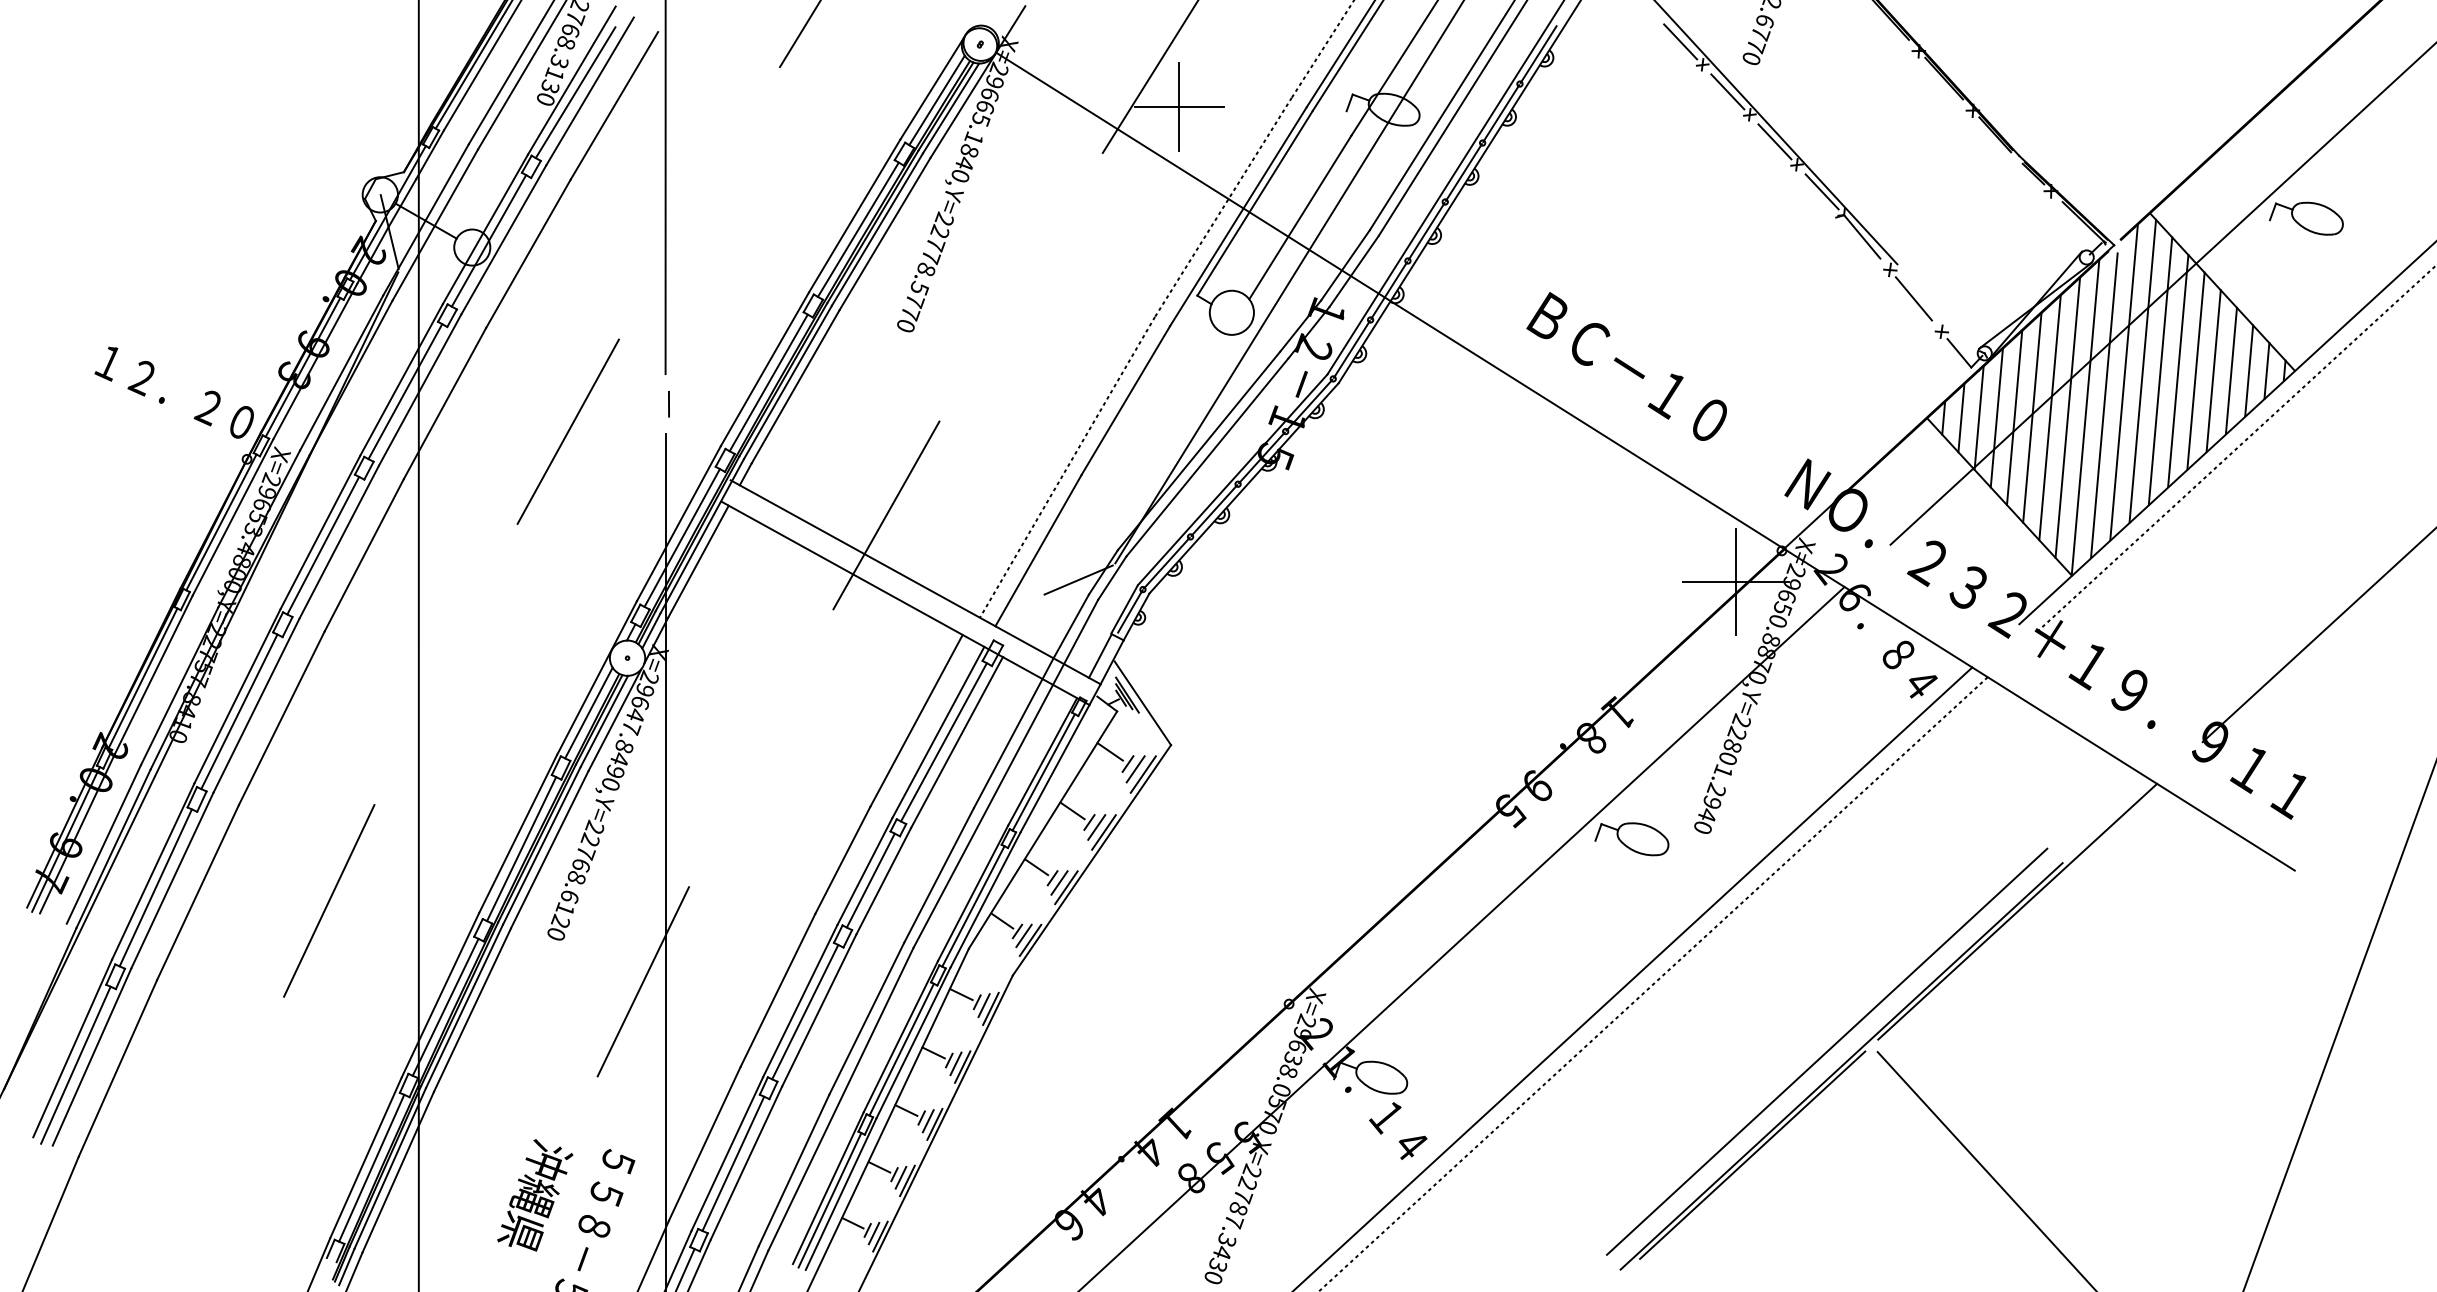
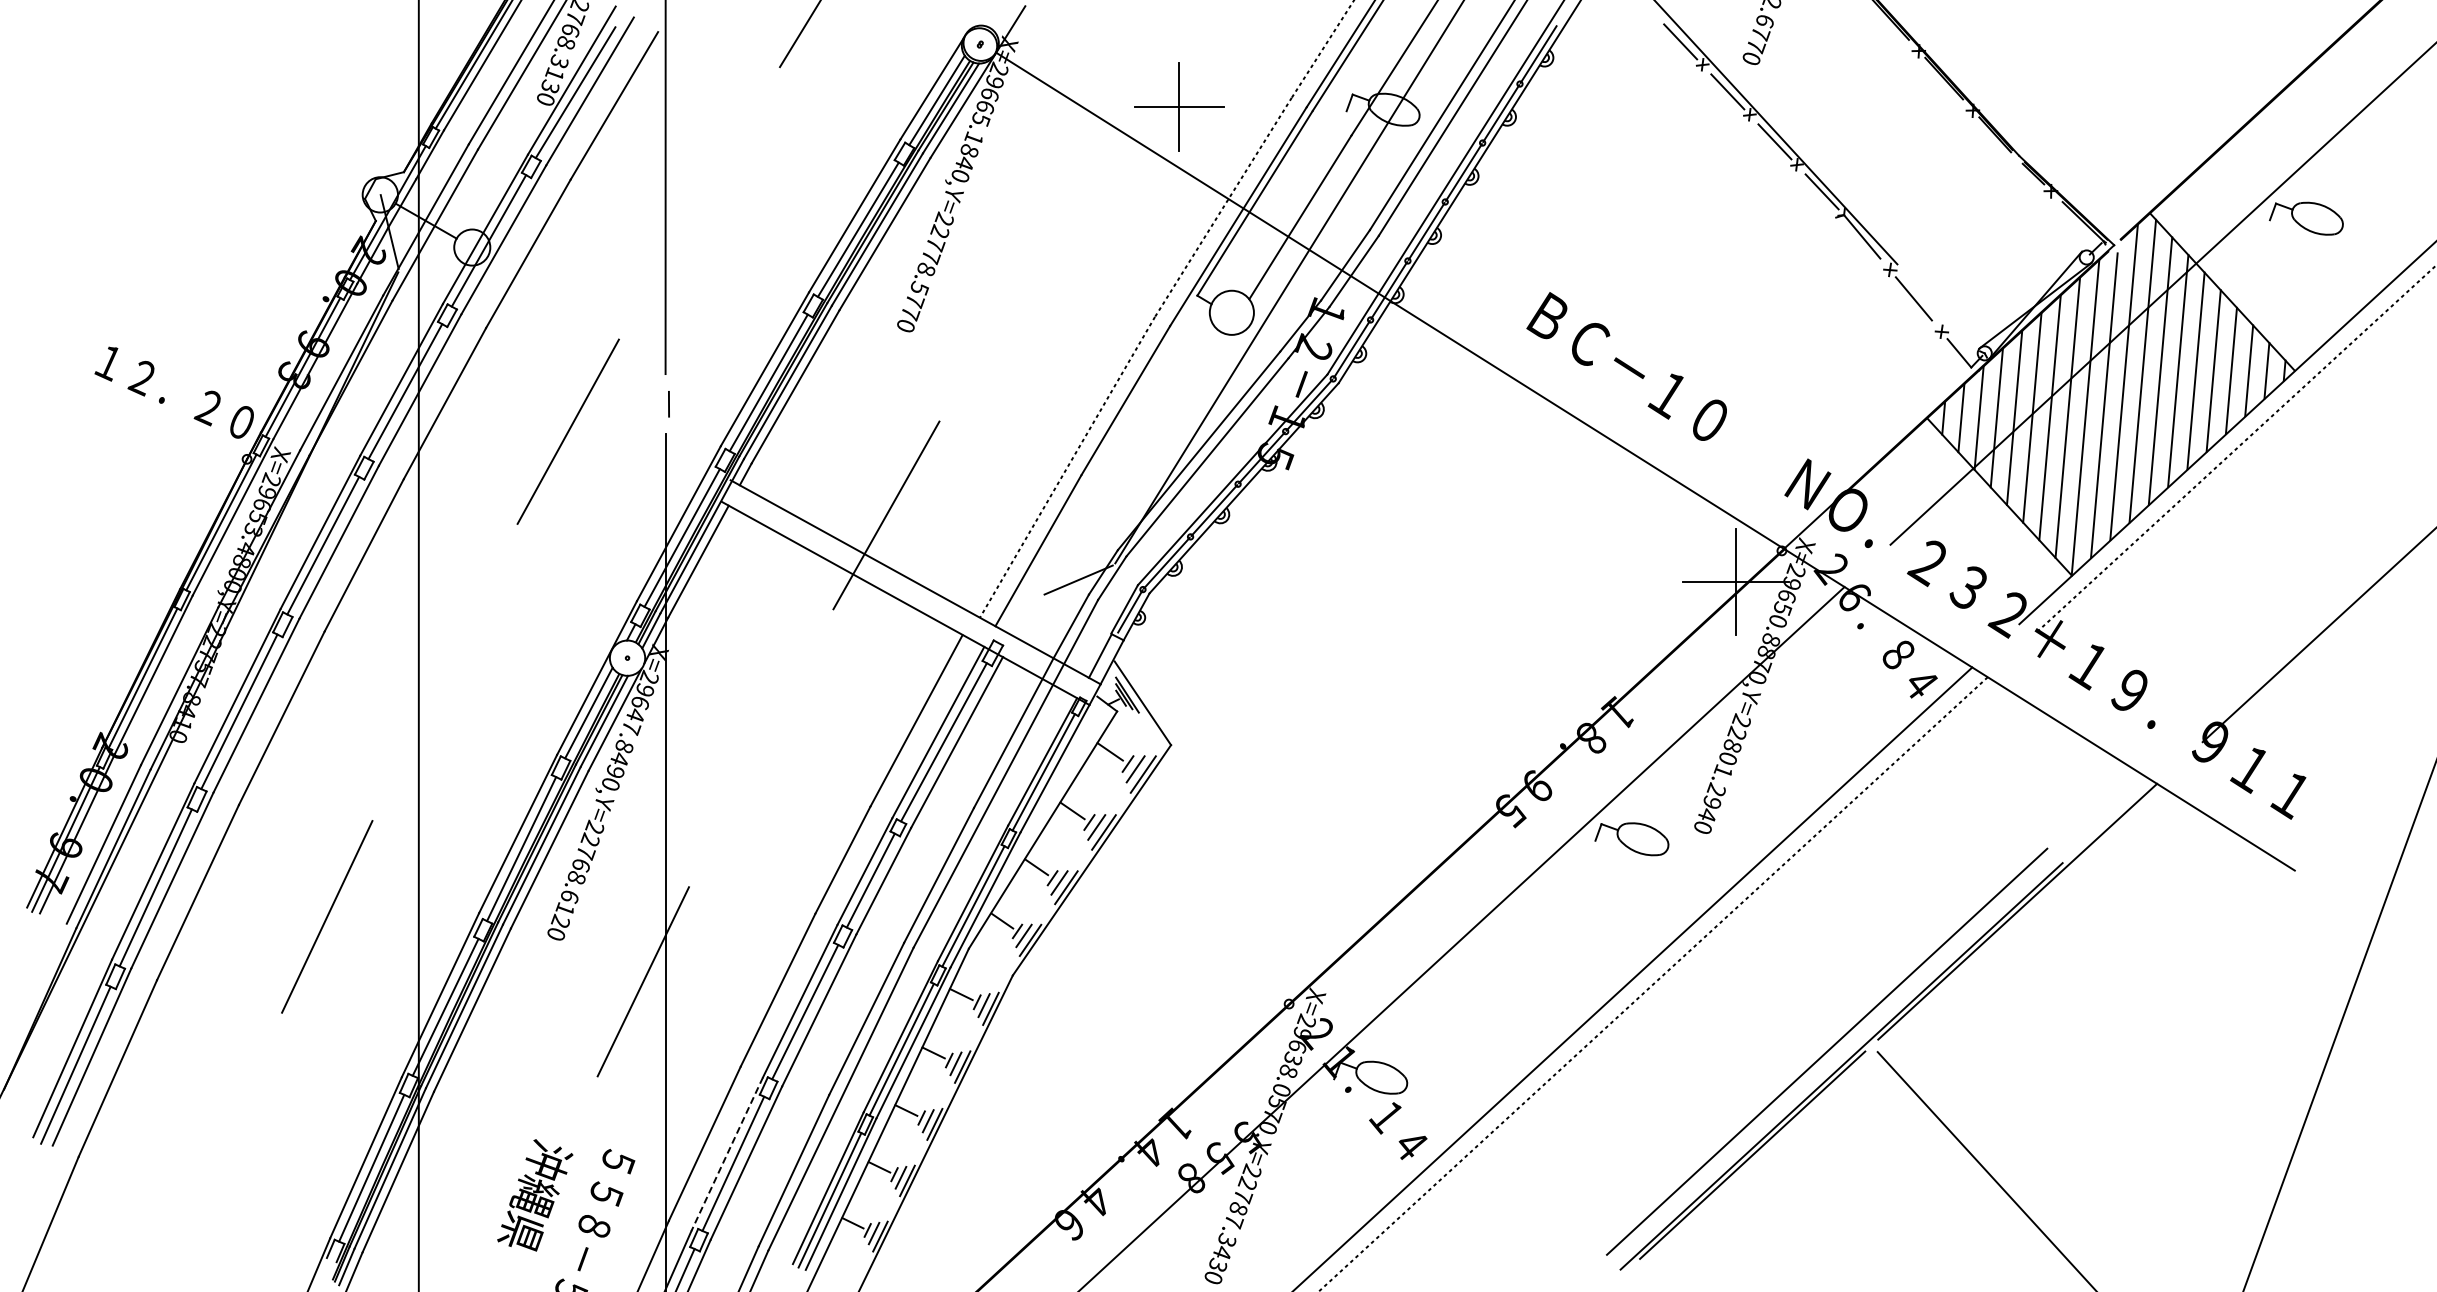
line at (1149, 77): present -> none
line at (329, 900) position: (329, 900) -> (327, 916)
line at (727, 1154): solid -> dashed
